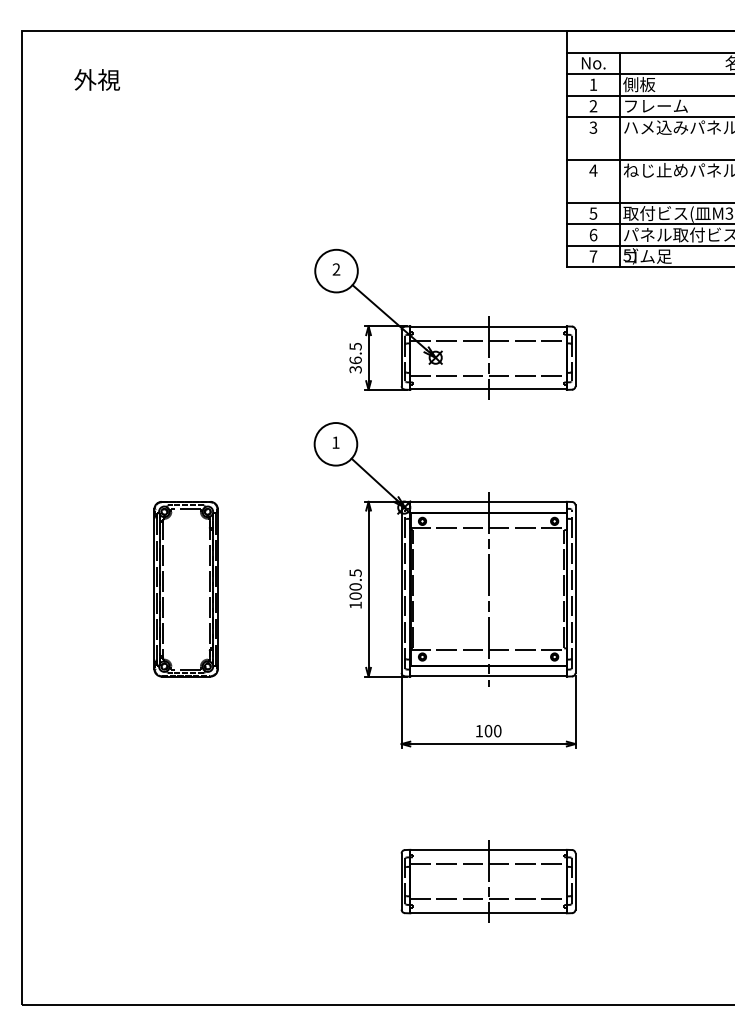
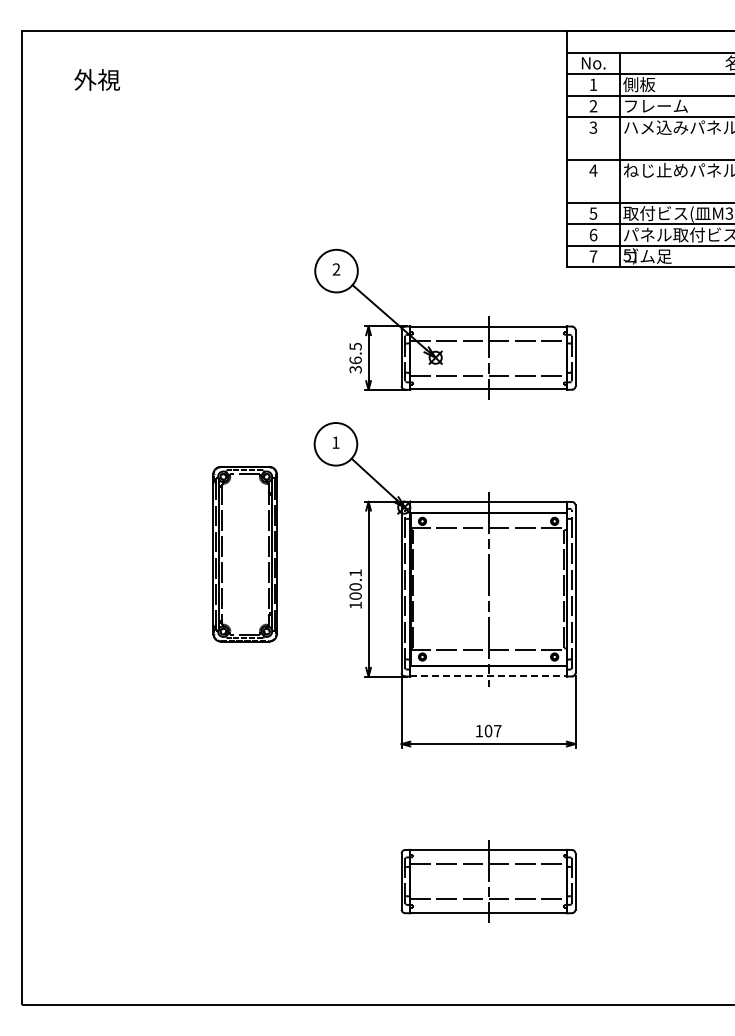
text at (355, 572): 100.5 -> 100.1
part at (185, 589) position: (185, 589) -> (244, 554)
line at (489, 676): solid -> dashed
text at (497, 730): 100 -> 107
